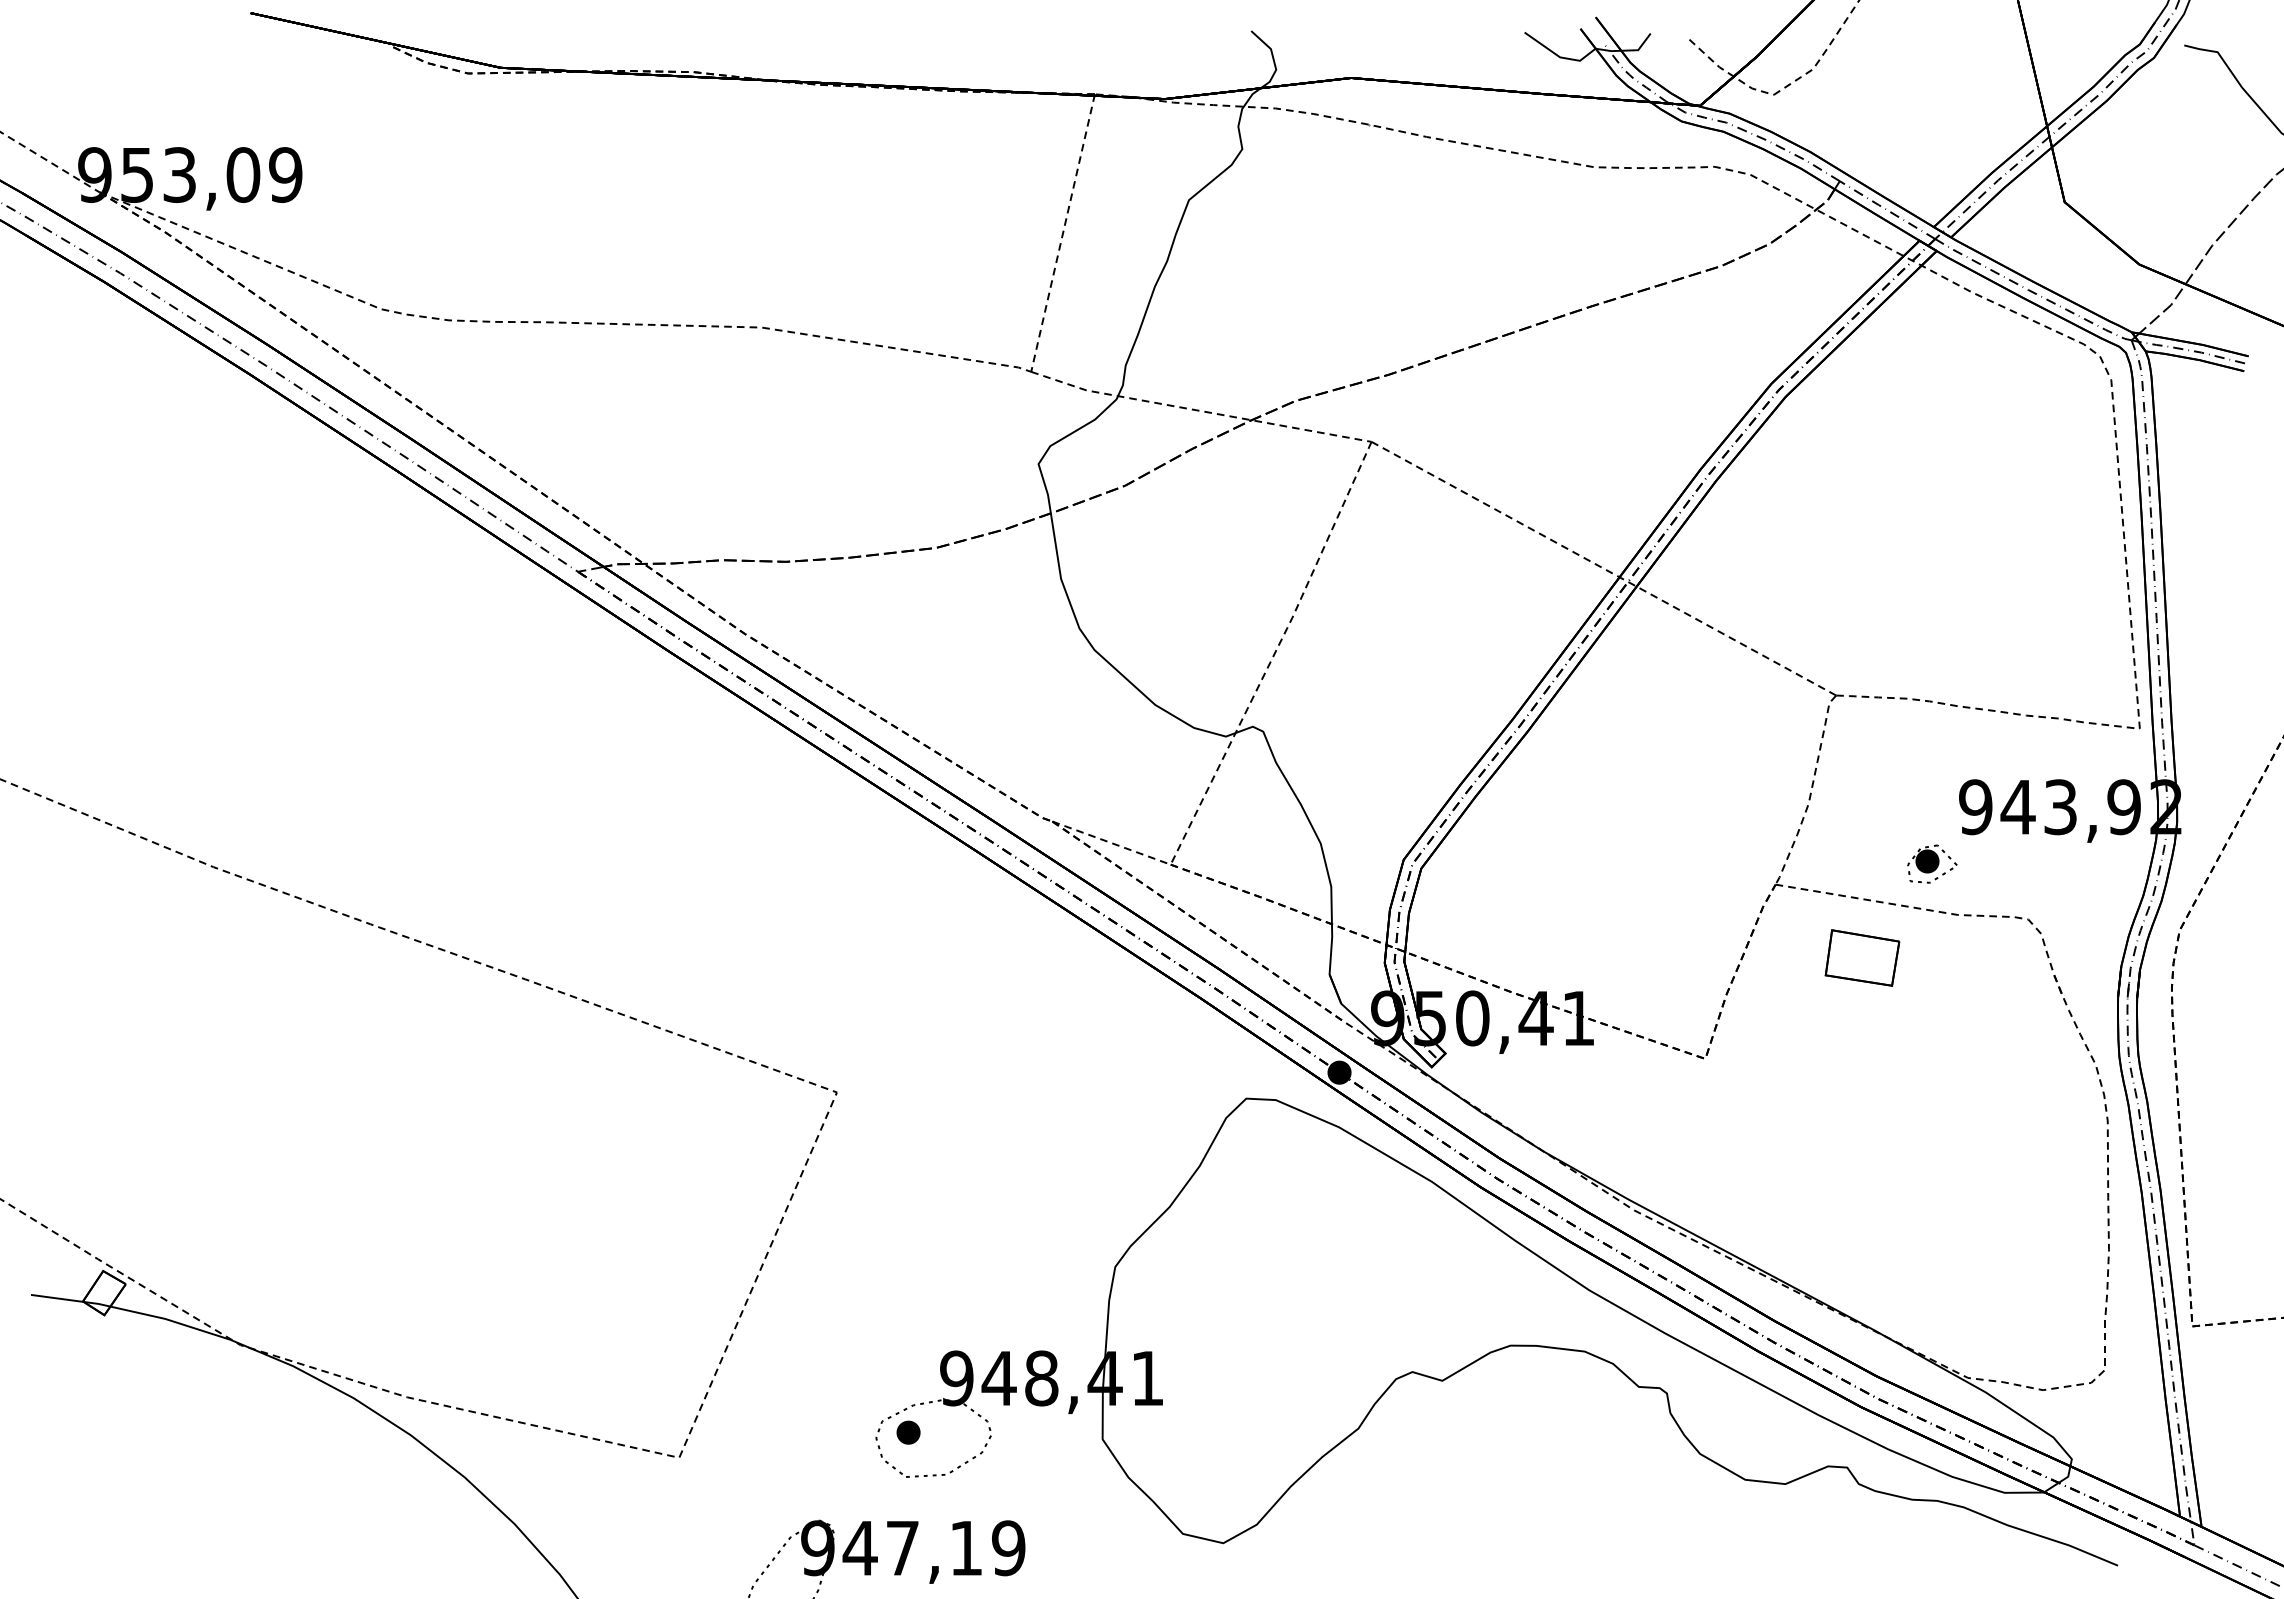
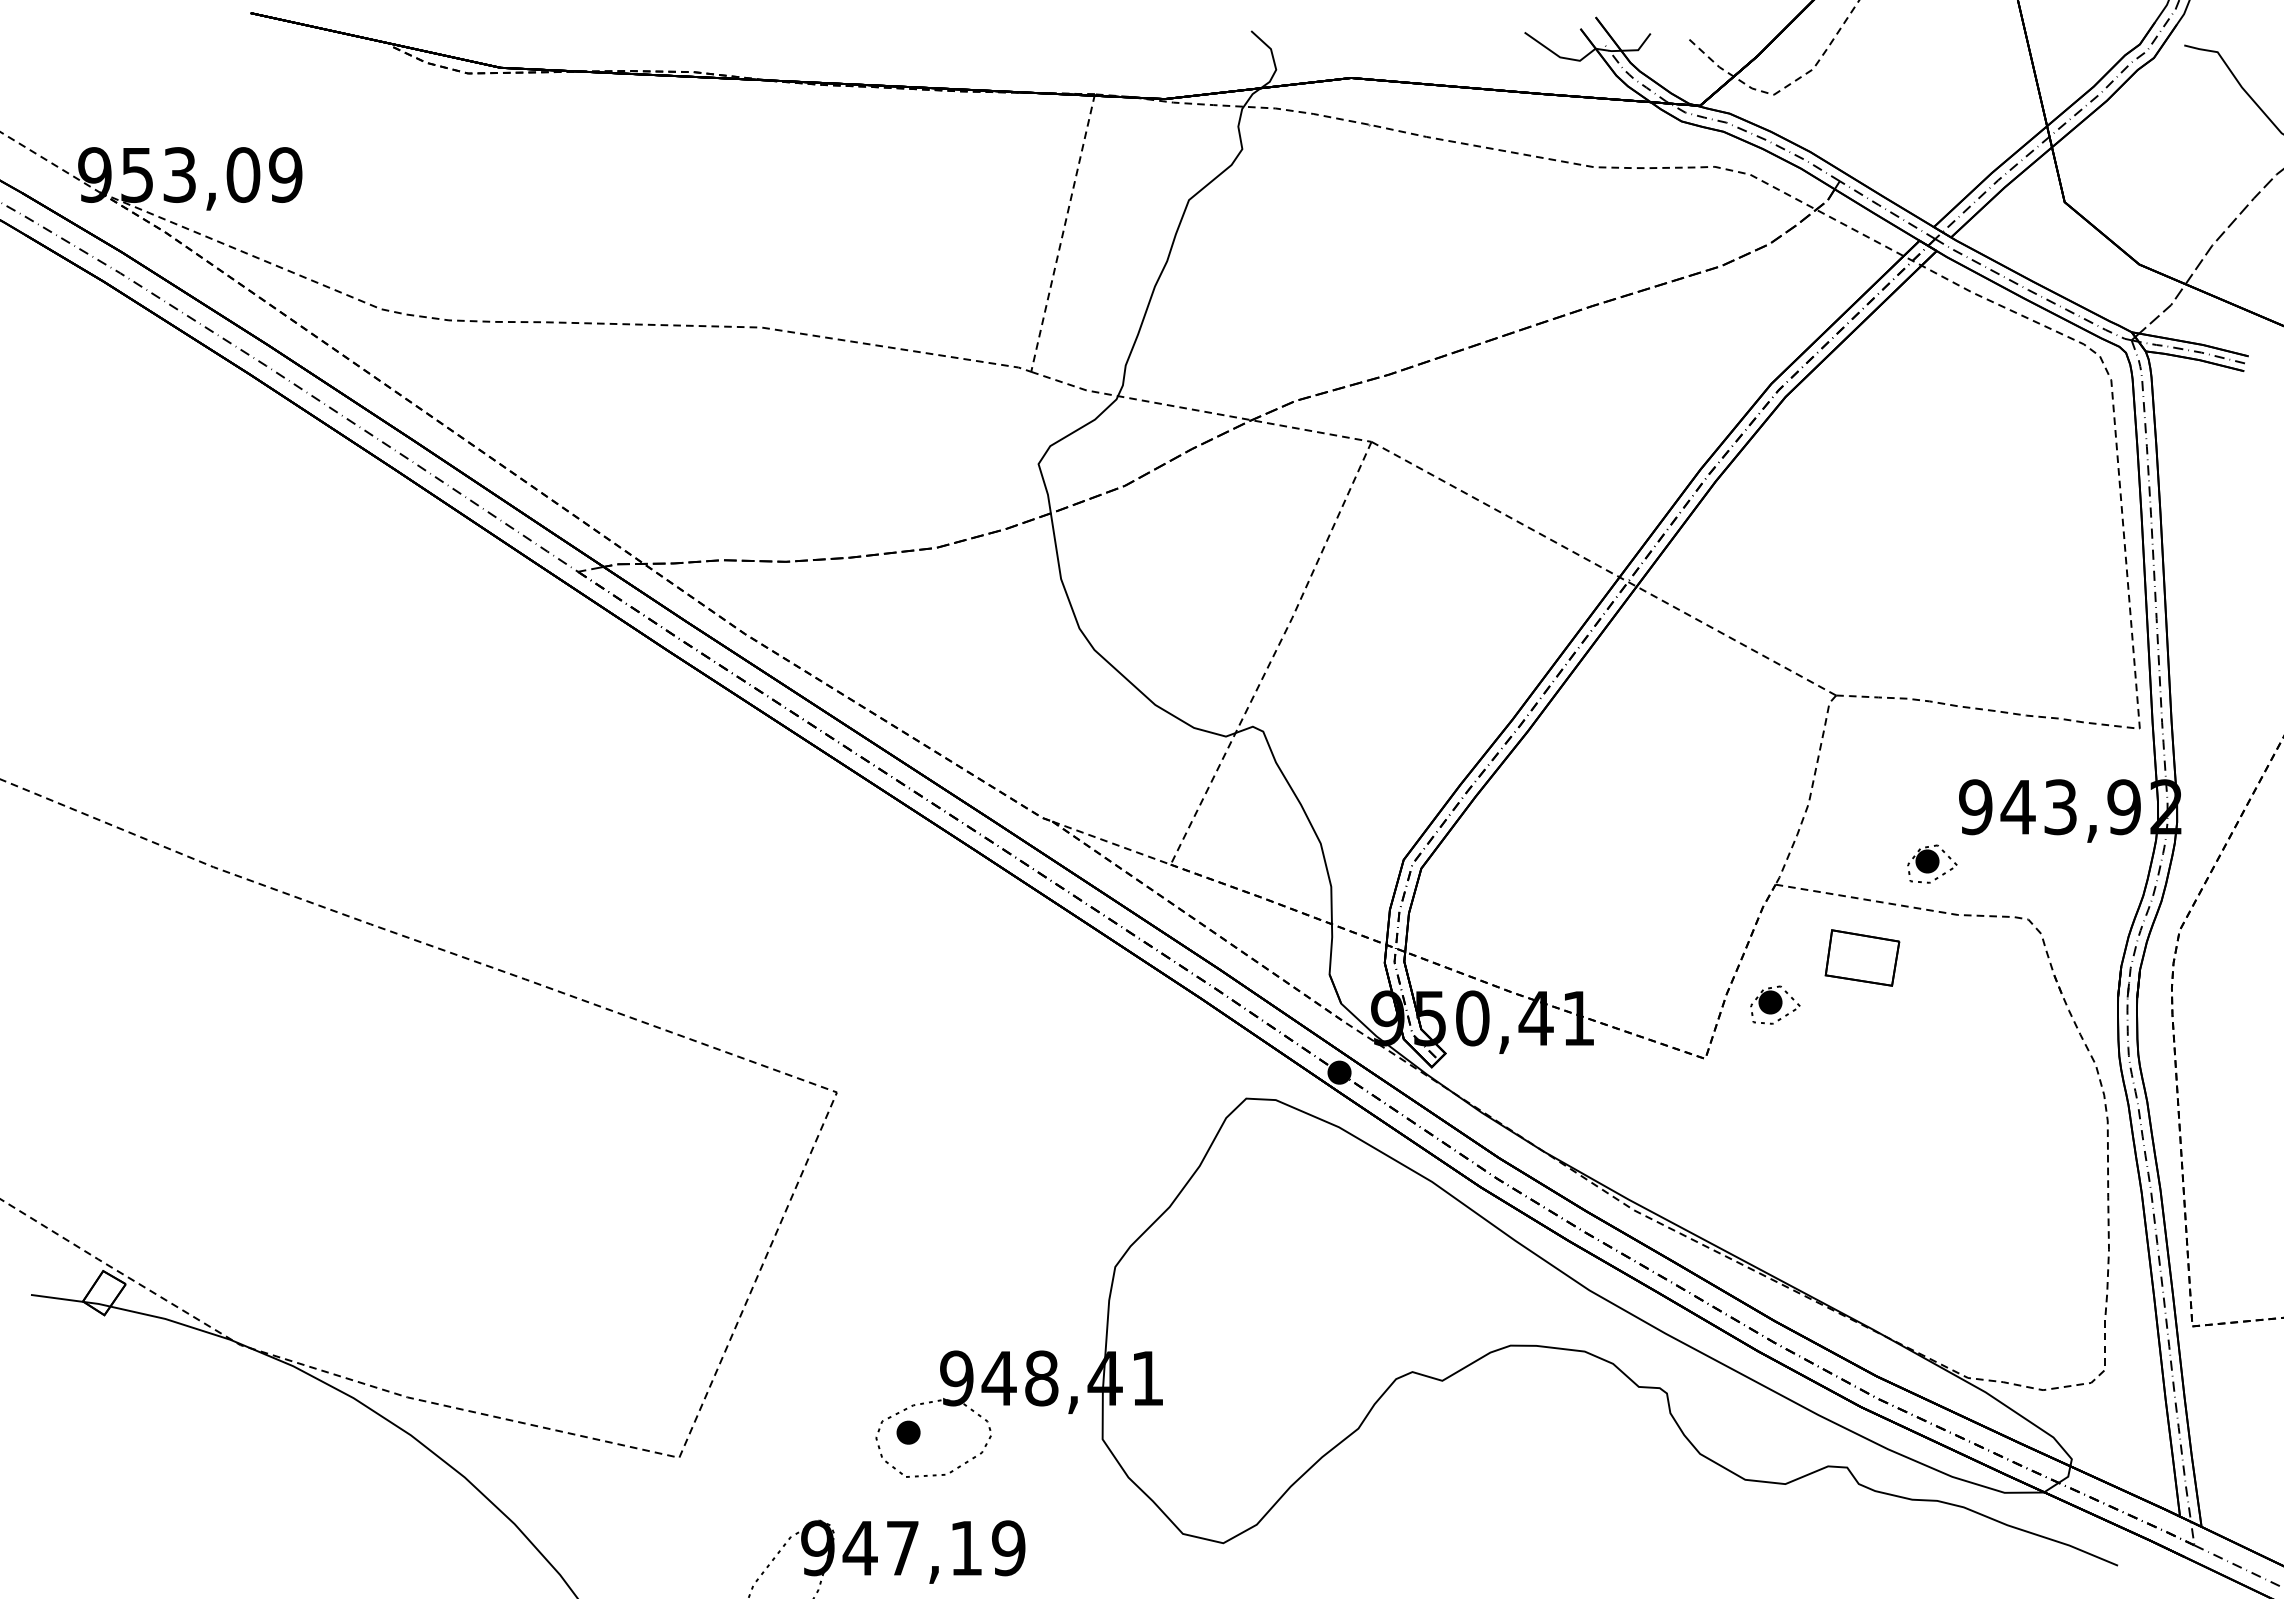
part at (1775, 1004): none -> present
